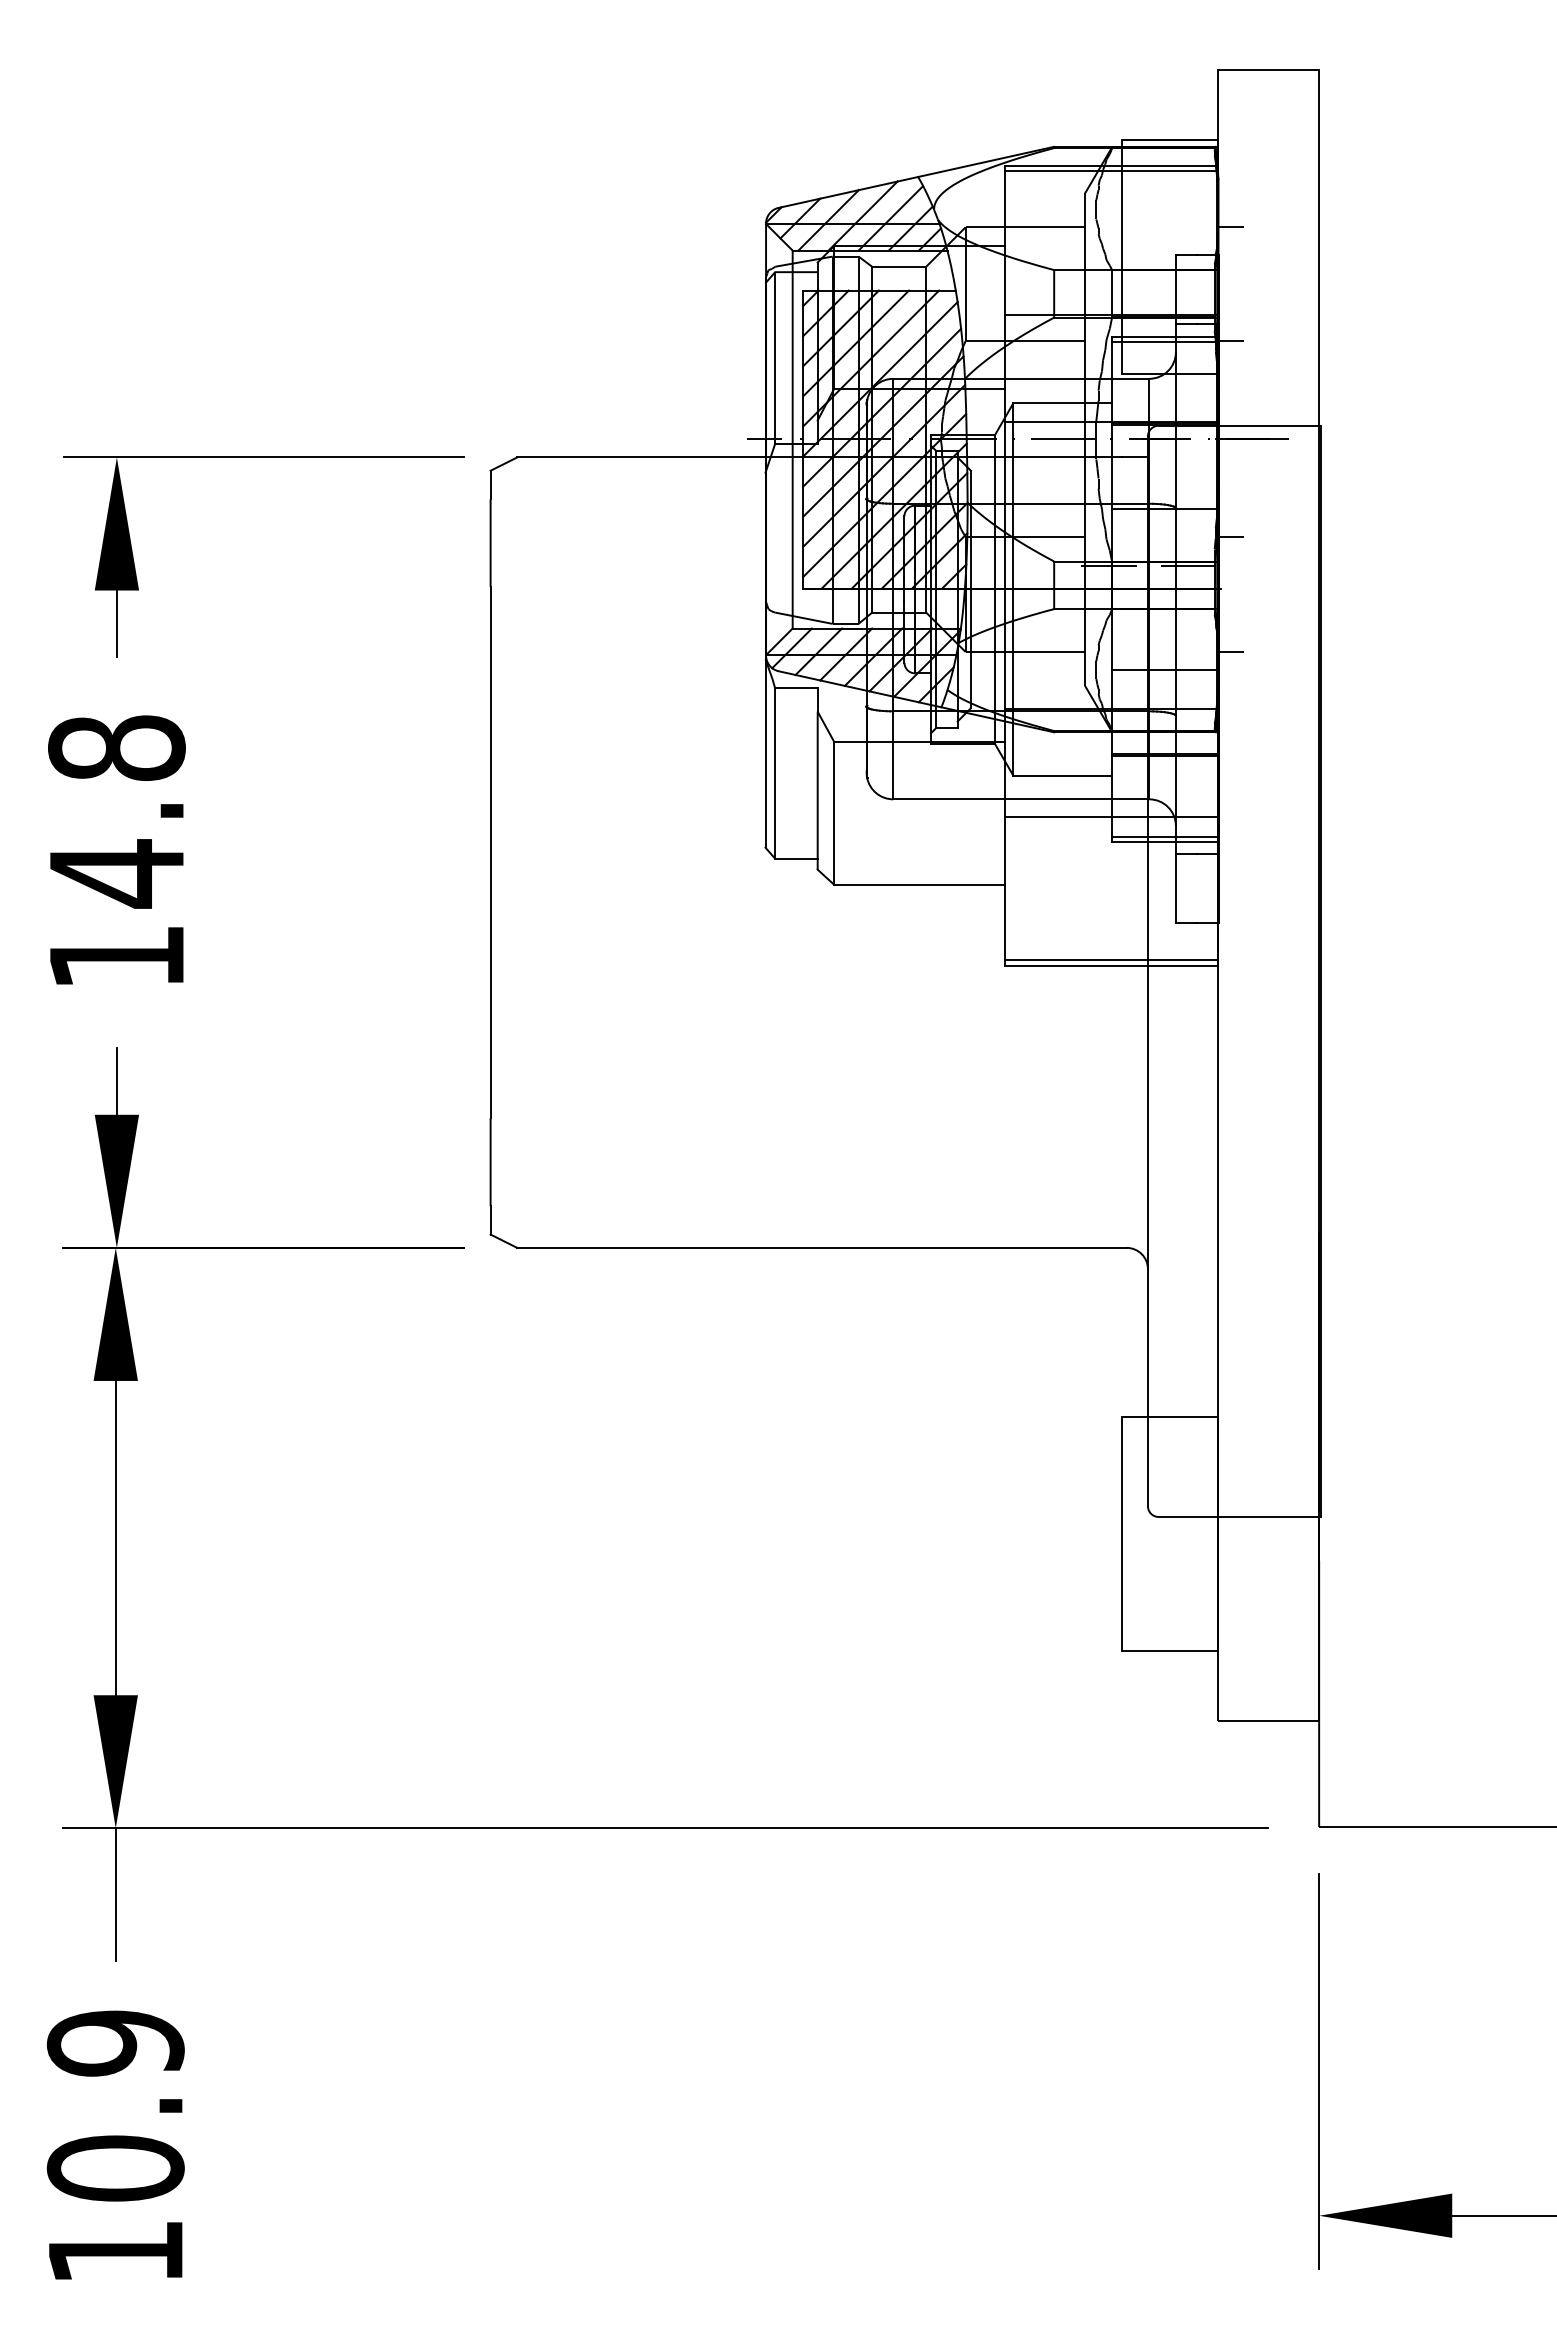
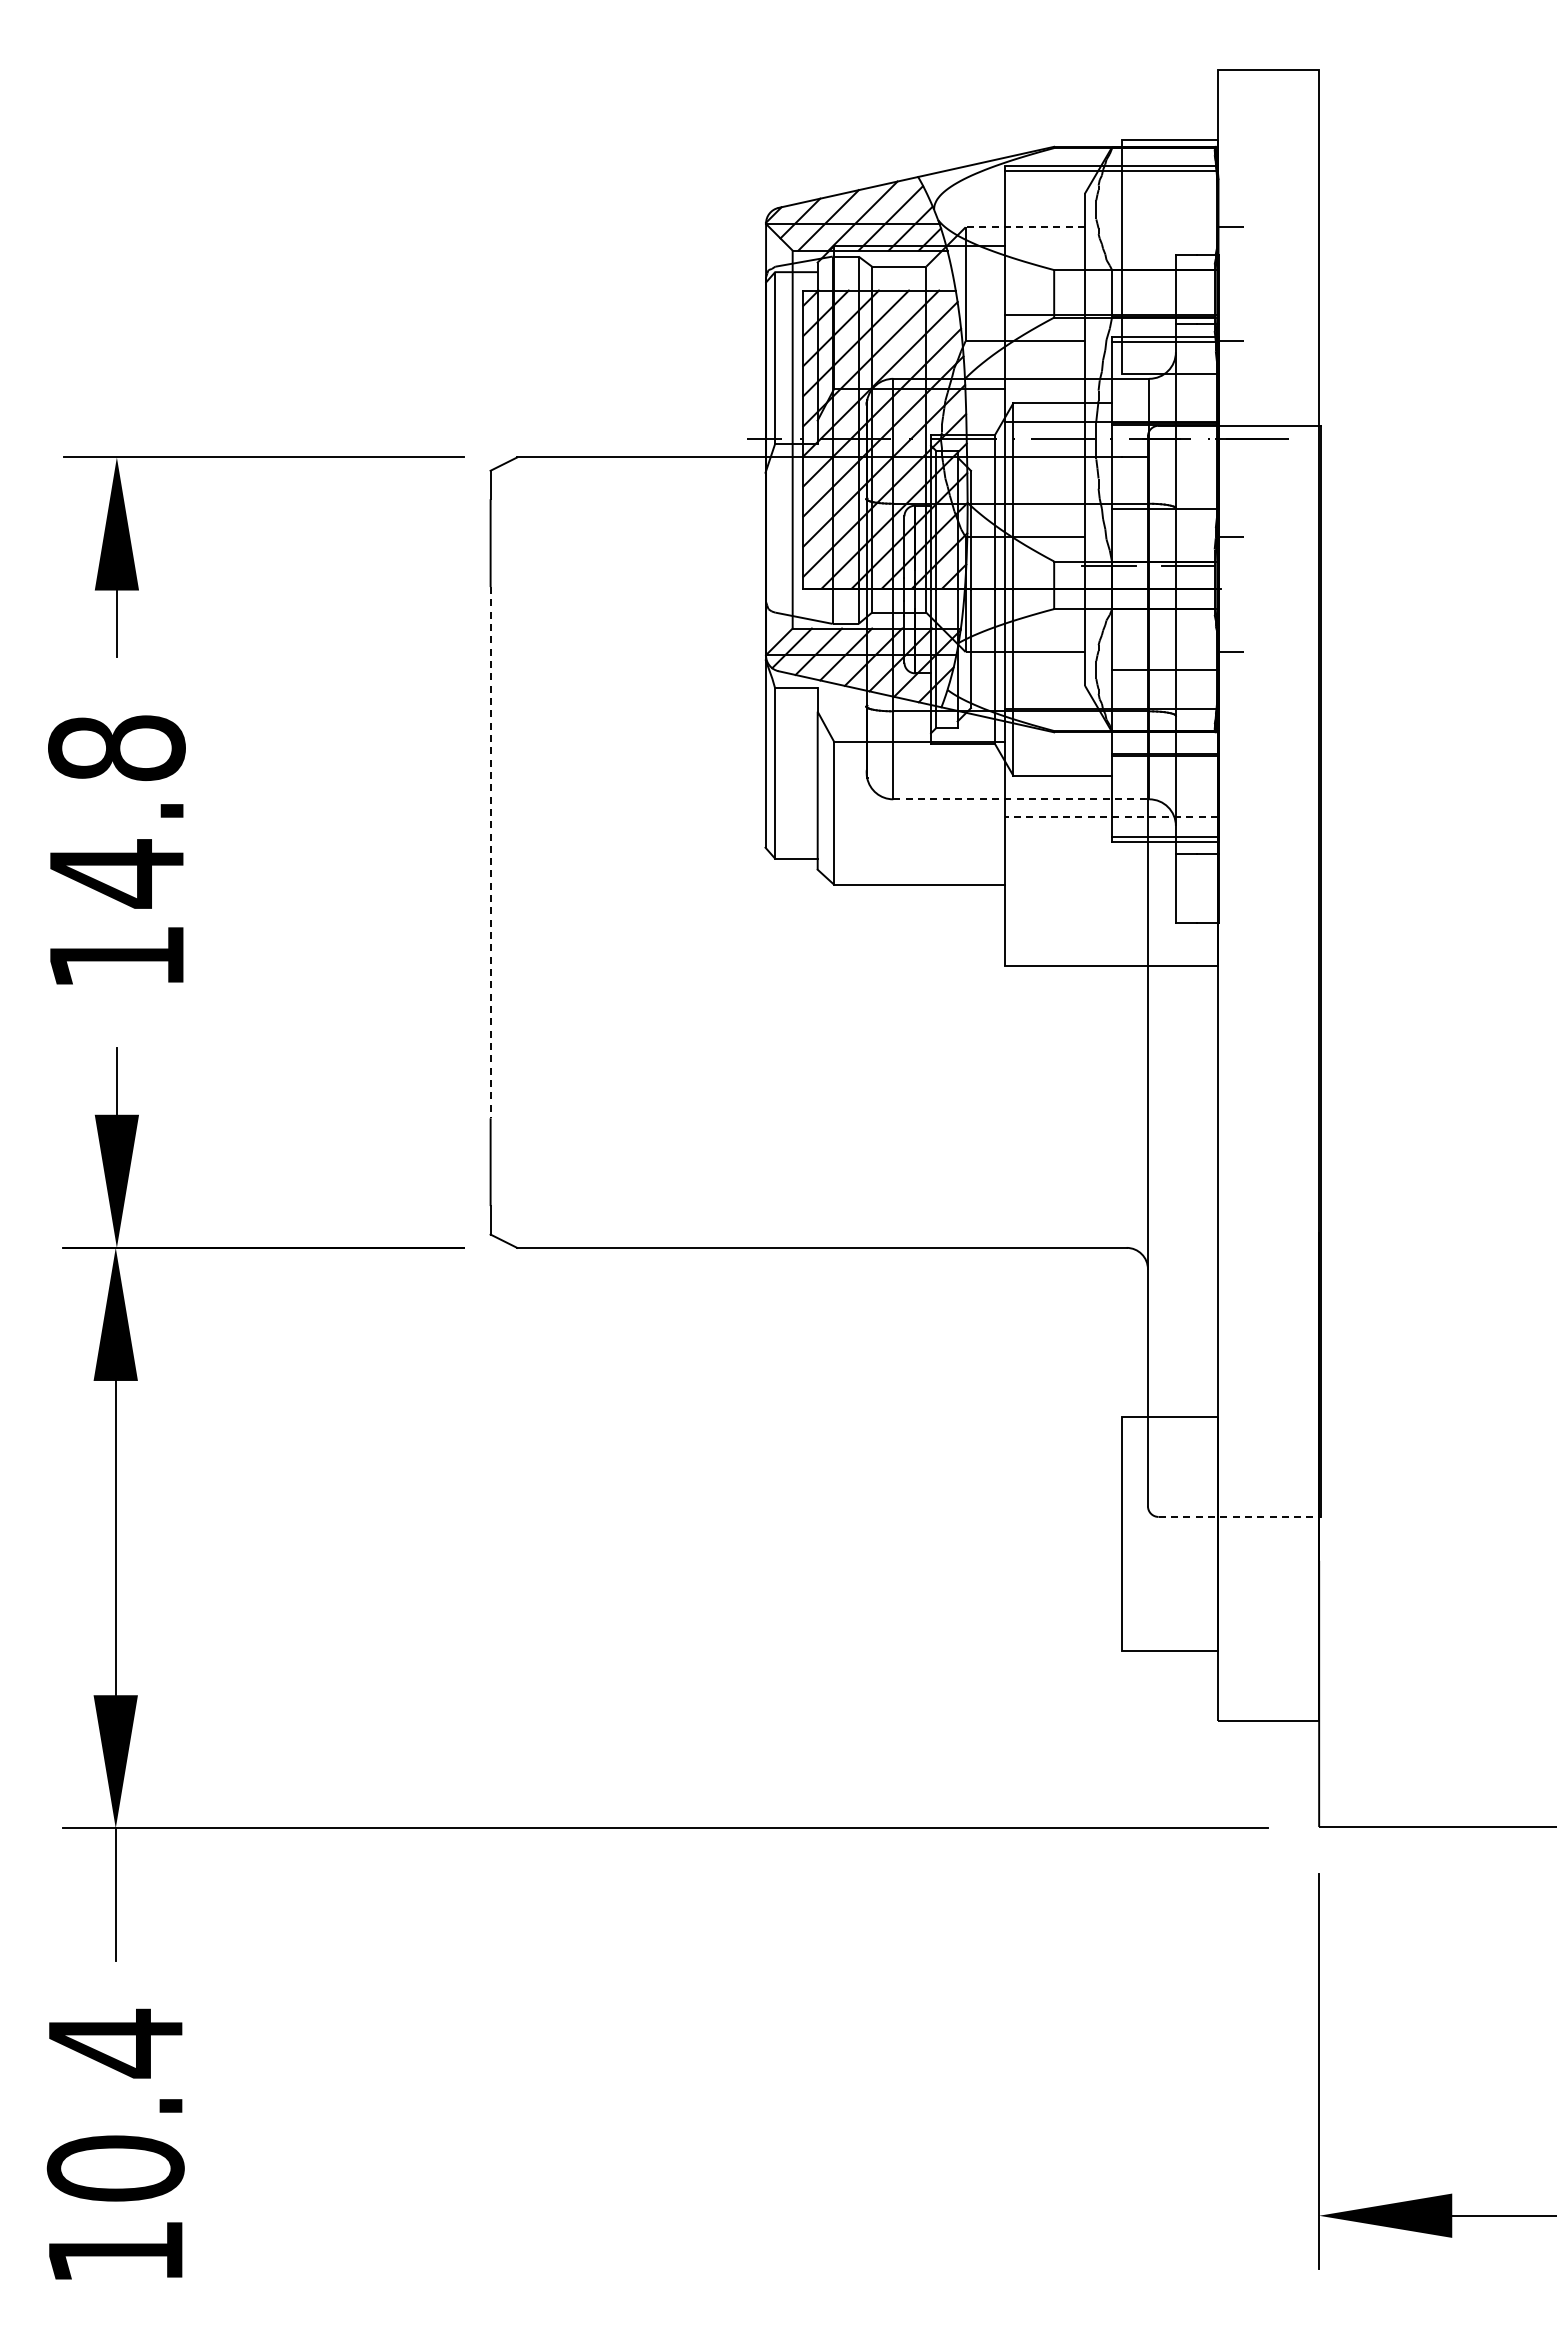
line at (1025, 227): solid -> dashed
line at (1021, 799): solid -> dashed
line at (1111, 817): solid -> dashed
line at (490, 852): solid -> dashed
line at (1111, 960): present -> none
line at (1240, 1516): solid -> dashed
text at (115, 2043): 10.9 -> 10.4
